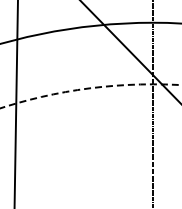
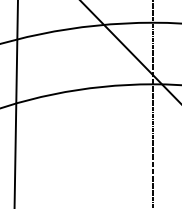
circle at (90, 96): dashed -> solid
